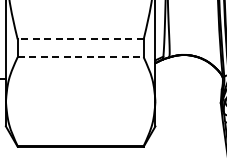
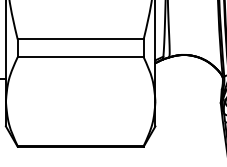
line at (80, 39): dashed -> solid
line at (80, 57): dashed -> solid
